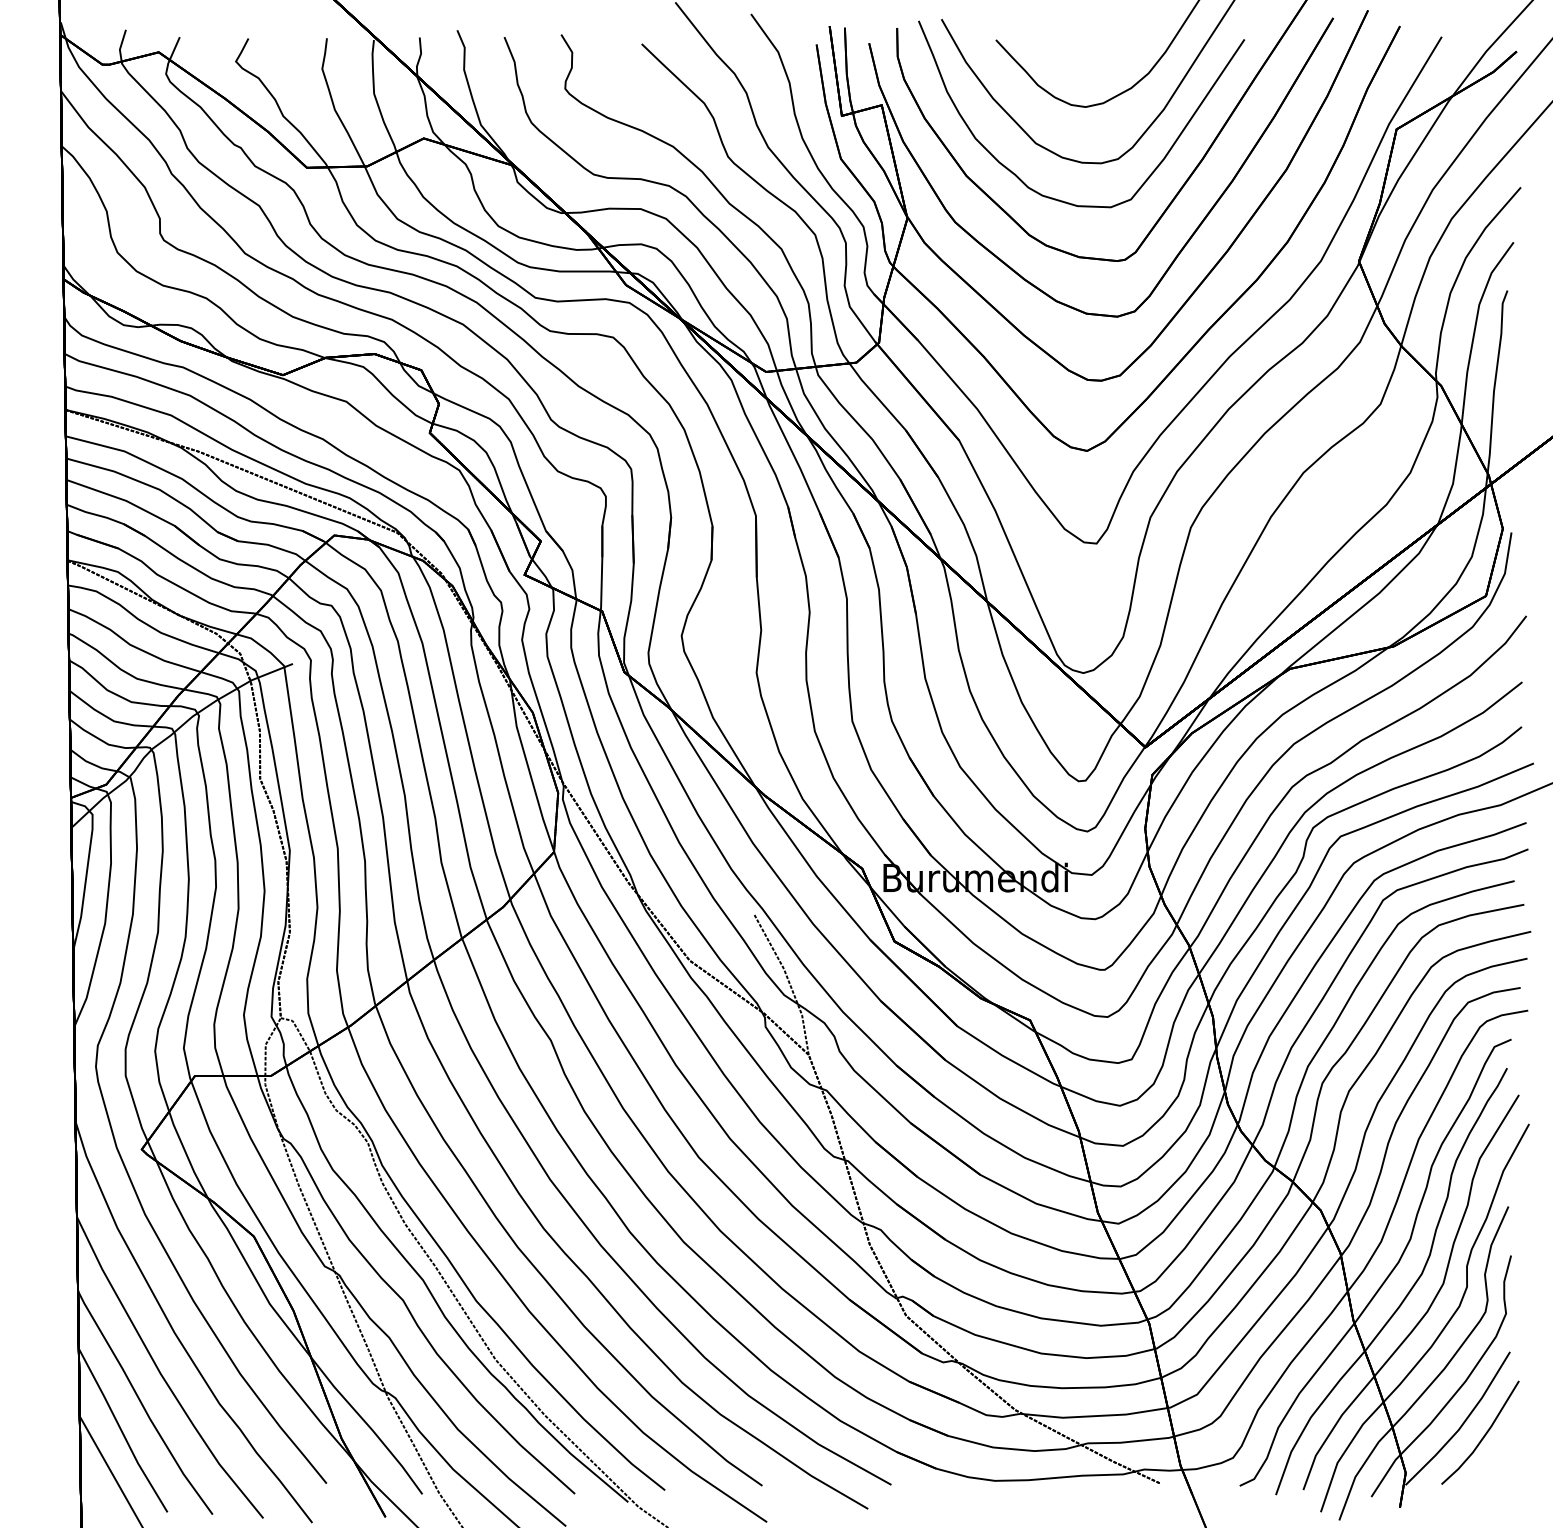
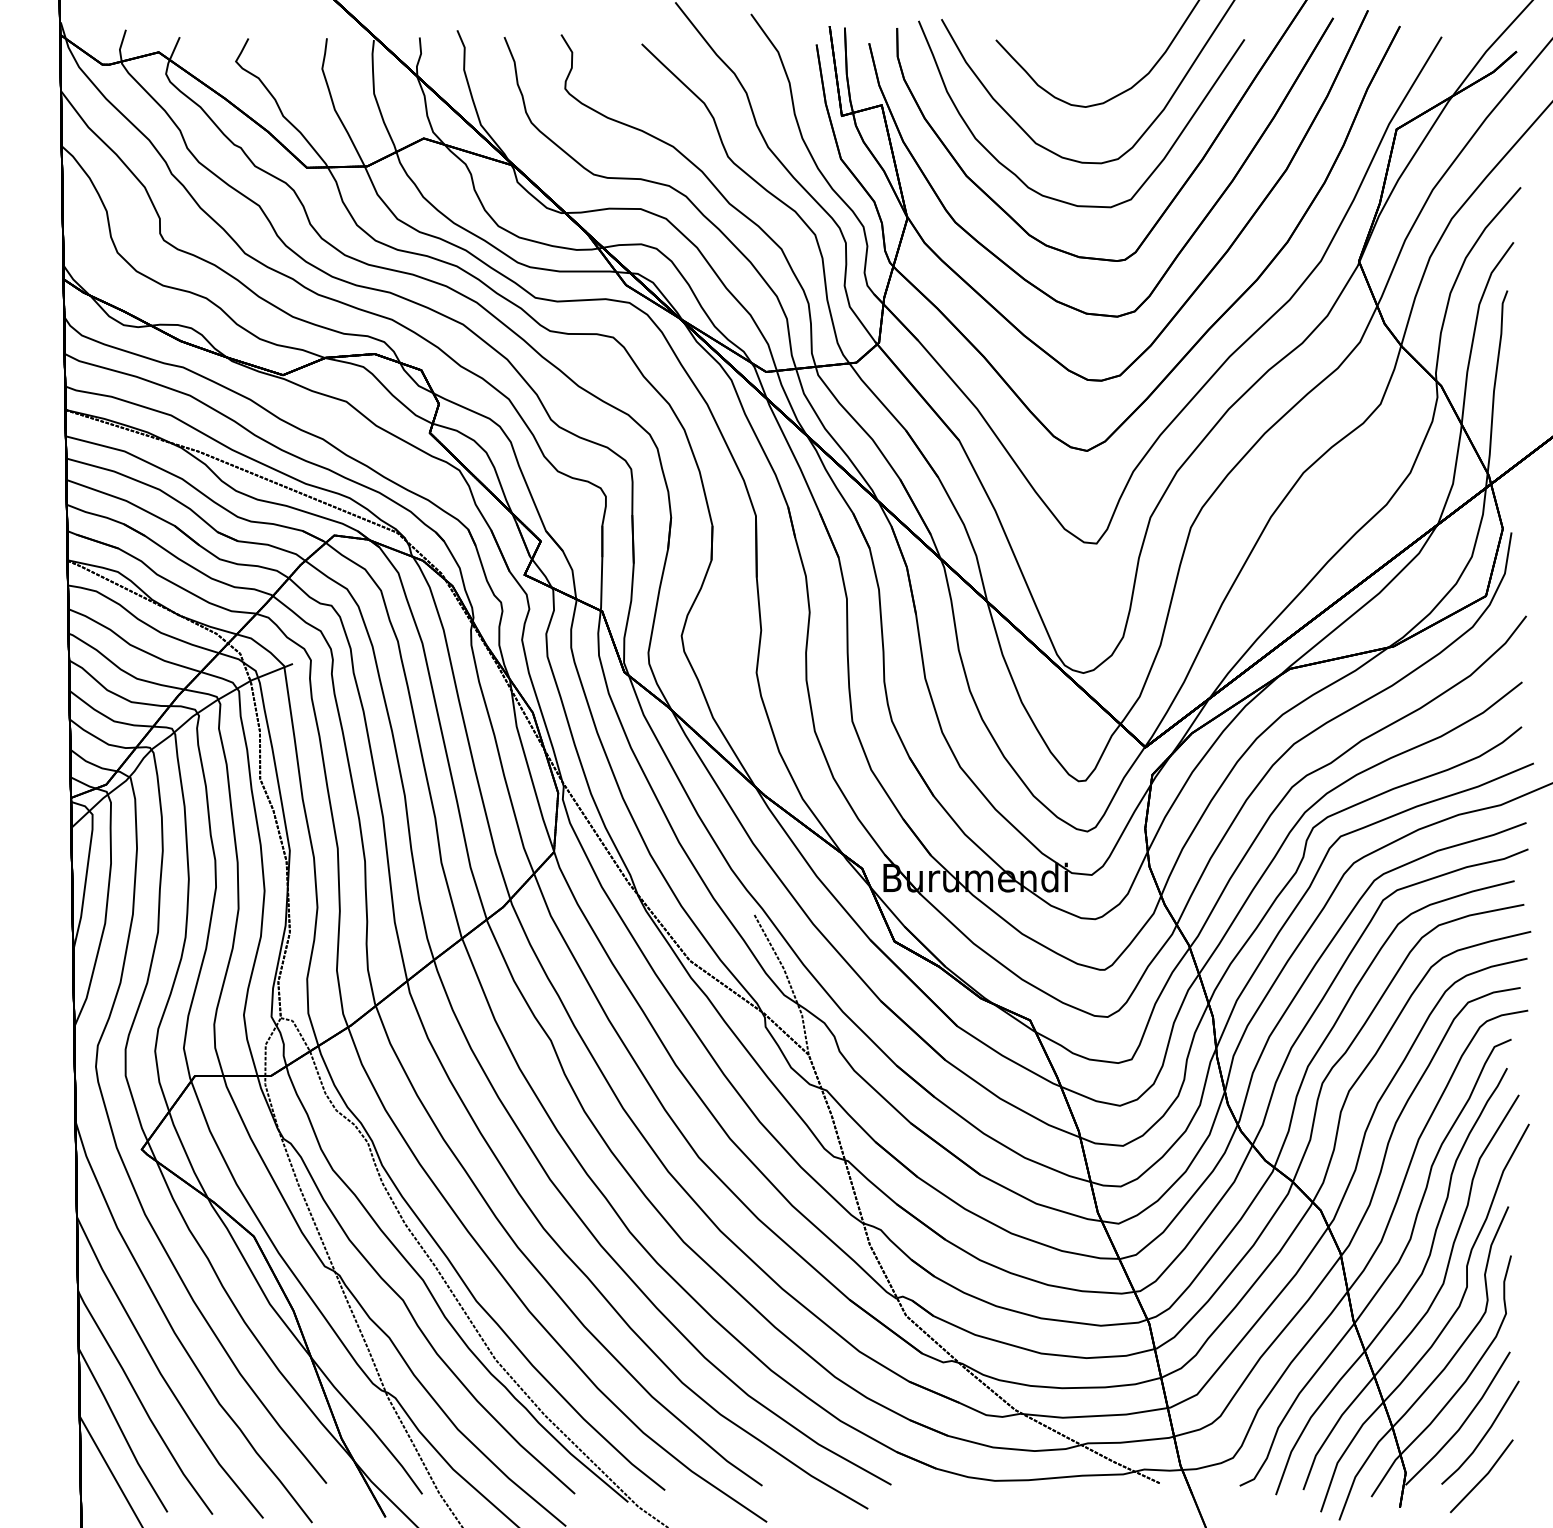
line at (1482, 1477): none -> present
